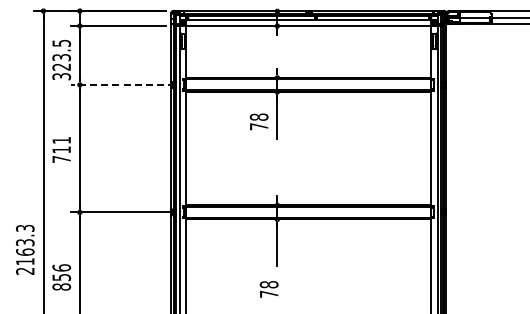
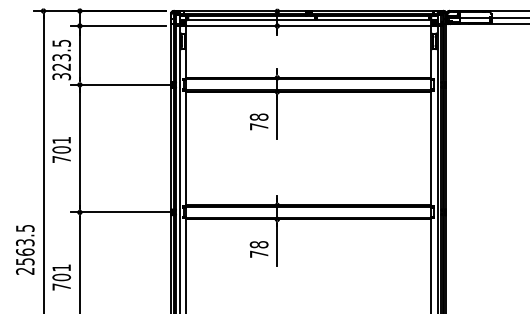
line at (122, 84): dashed -> solid
text at (61, 149): 711 -> 701
text at (25, 244): 2163.3 -> 2563.5
text at (61, 277): 856 -> 701
text at (268, 289) position: (268, 289) -> (258, 249)
